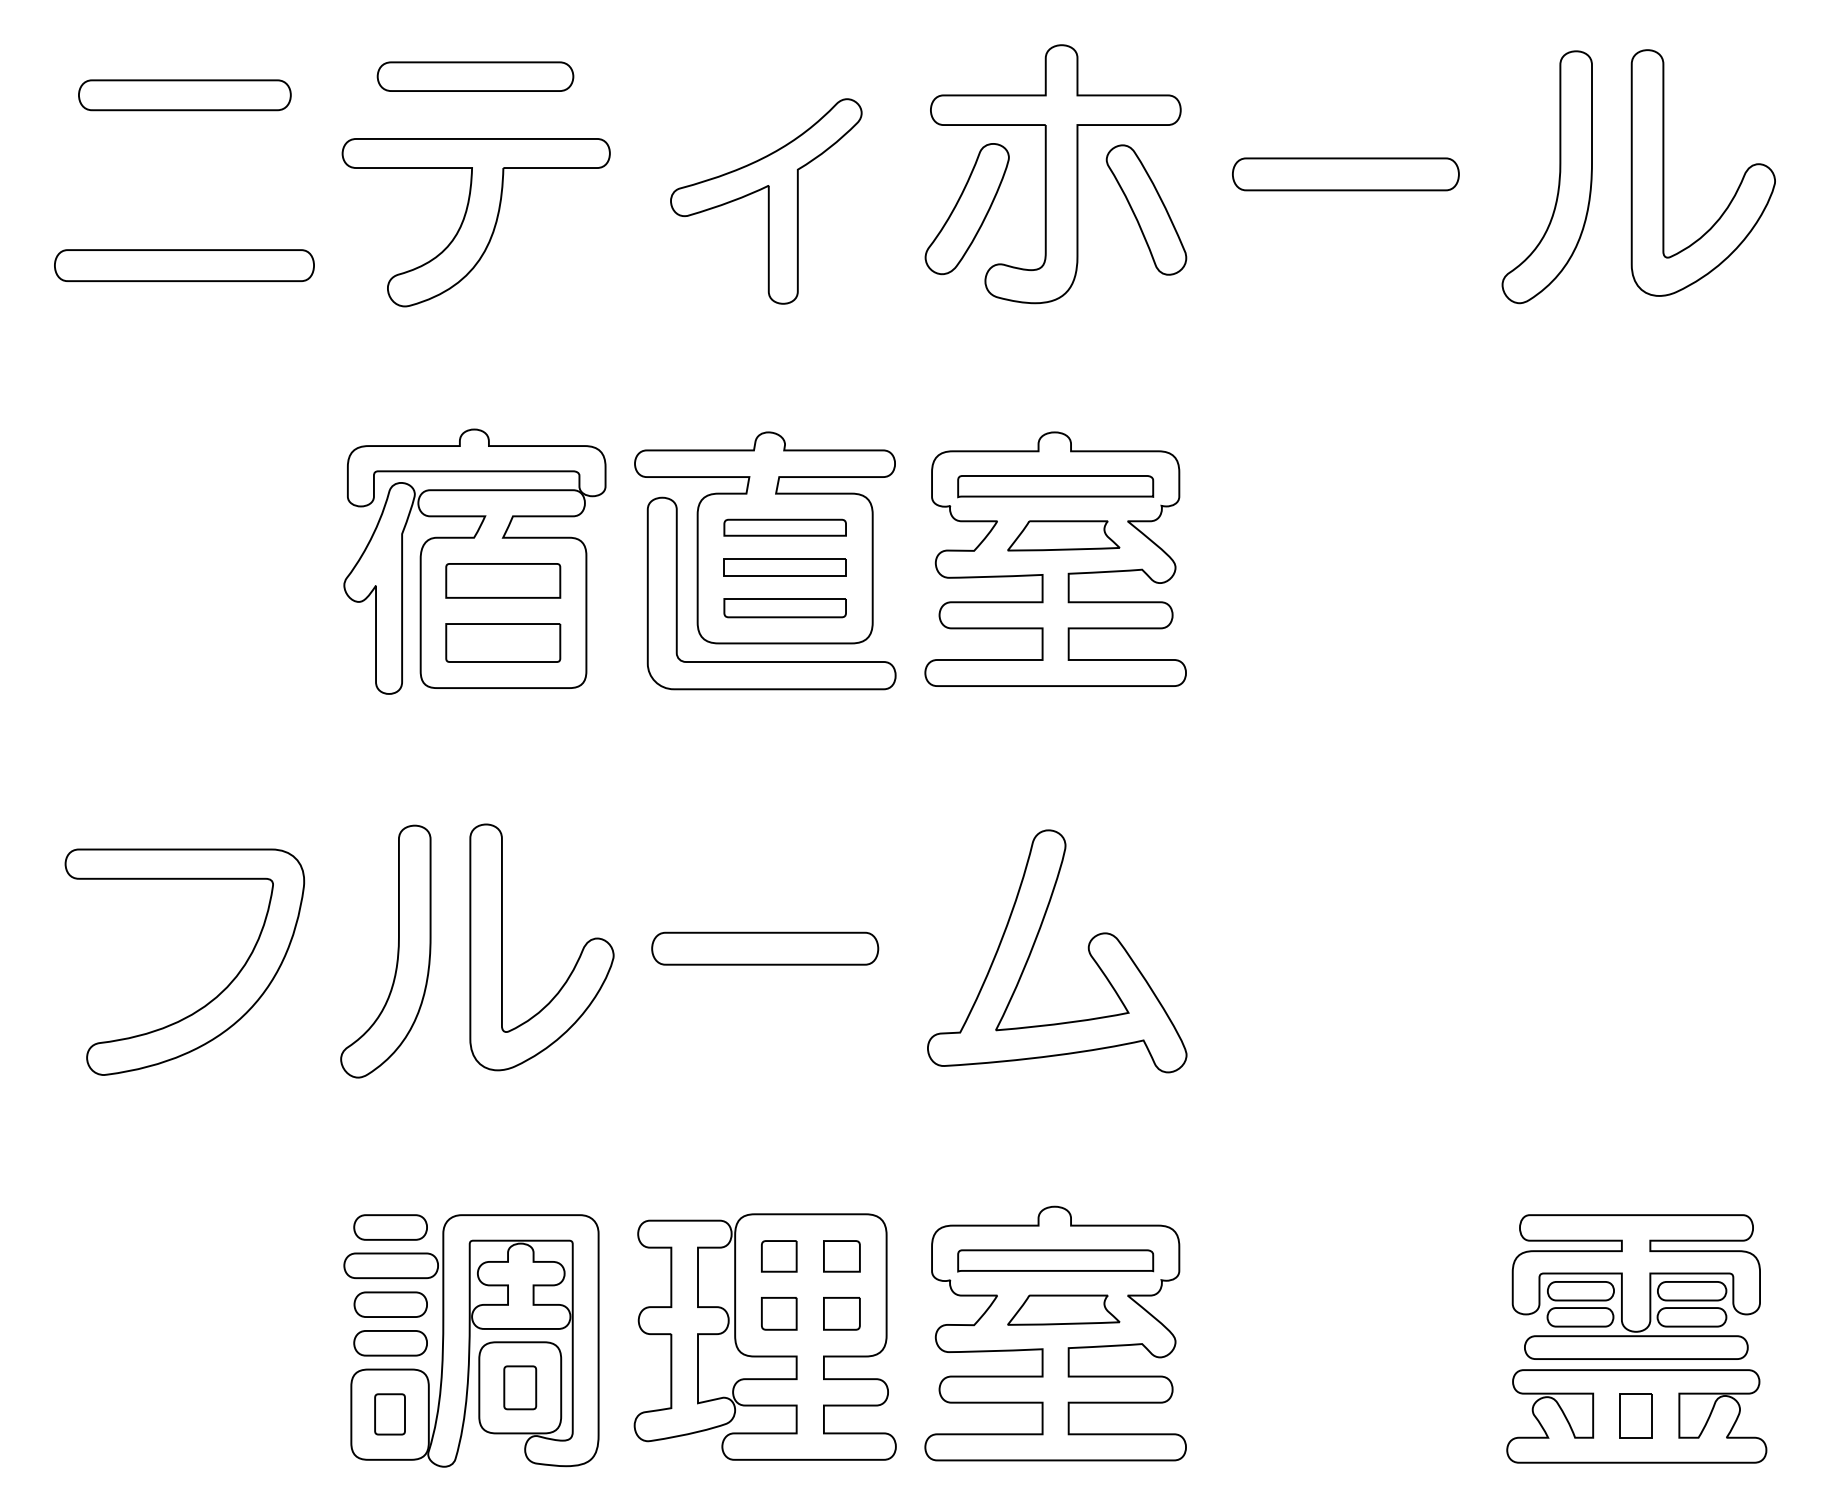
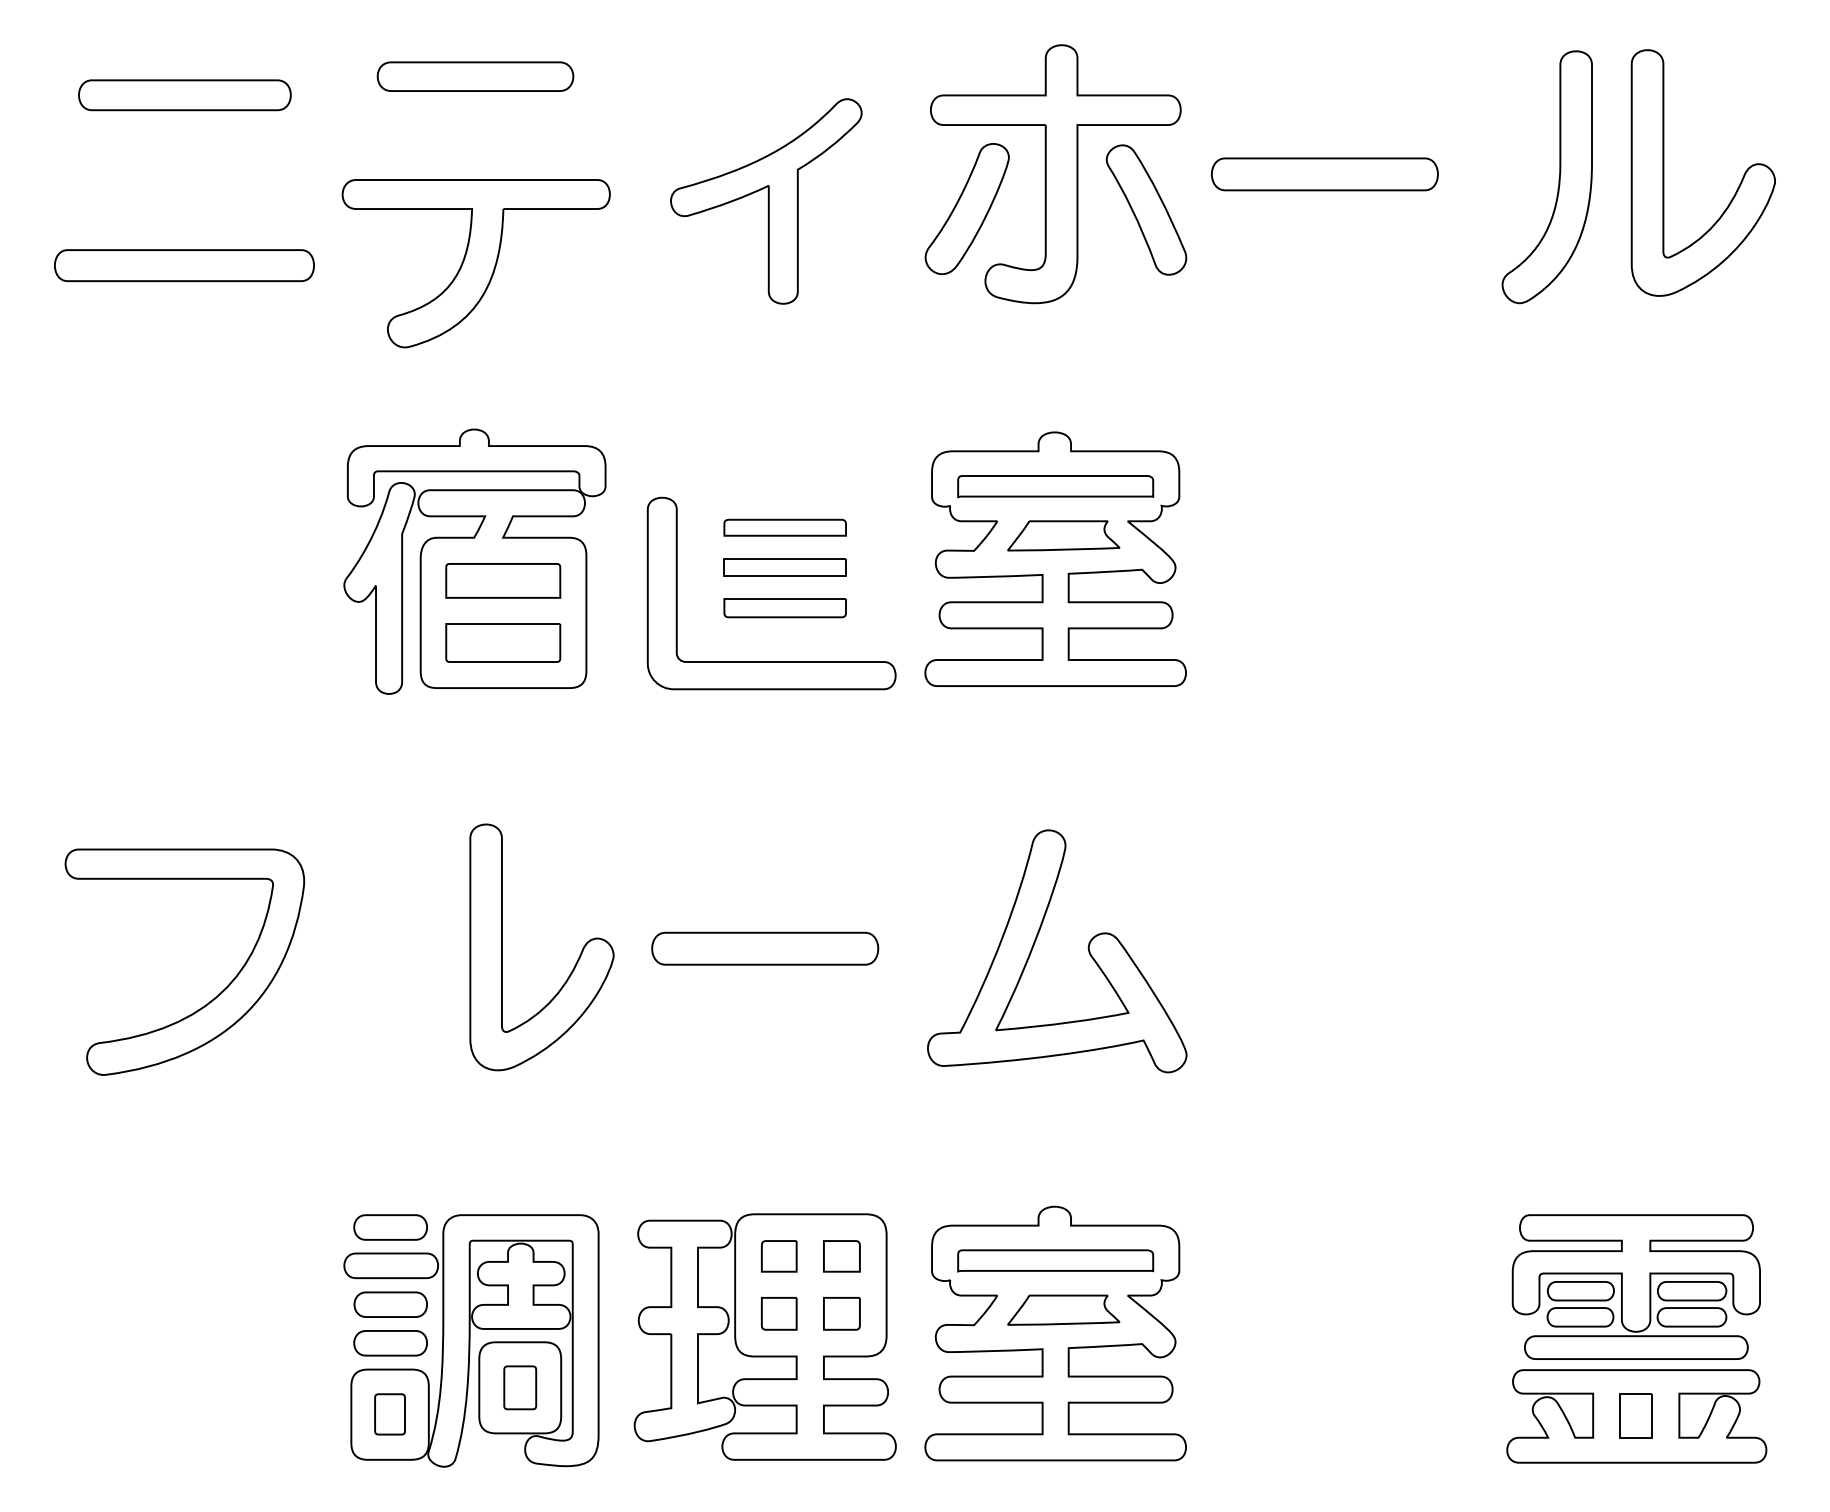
part at (1345, 174) position: (1345, 174) -> (1324, 174)
part at (475, 222) position: (475, 222) -> (475, 263)
part at (764, 537): present -> none
part at (397, 951): present -> none
